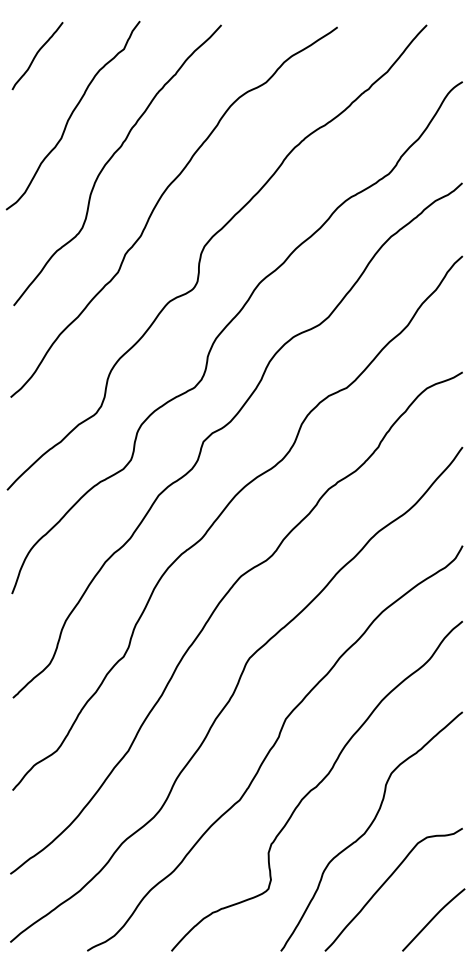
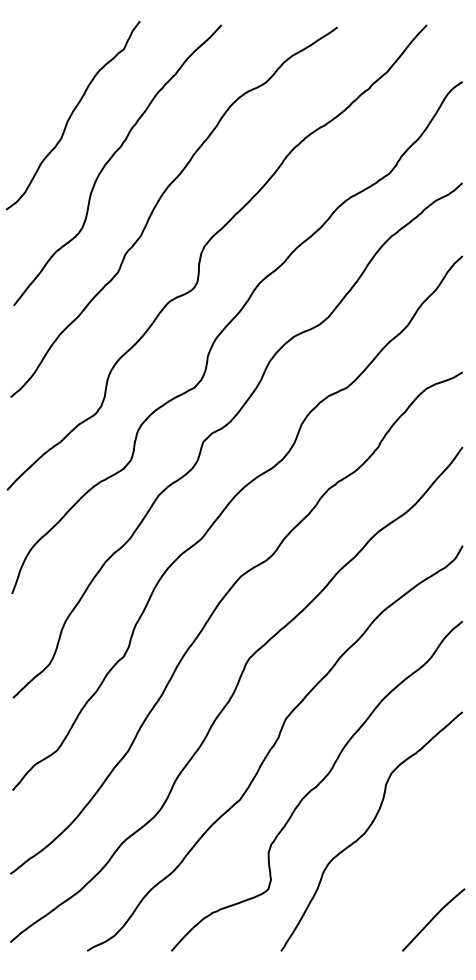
curve at (36, 56): present -> none
curve at (386, 882): present -> none
